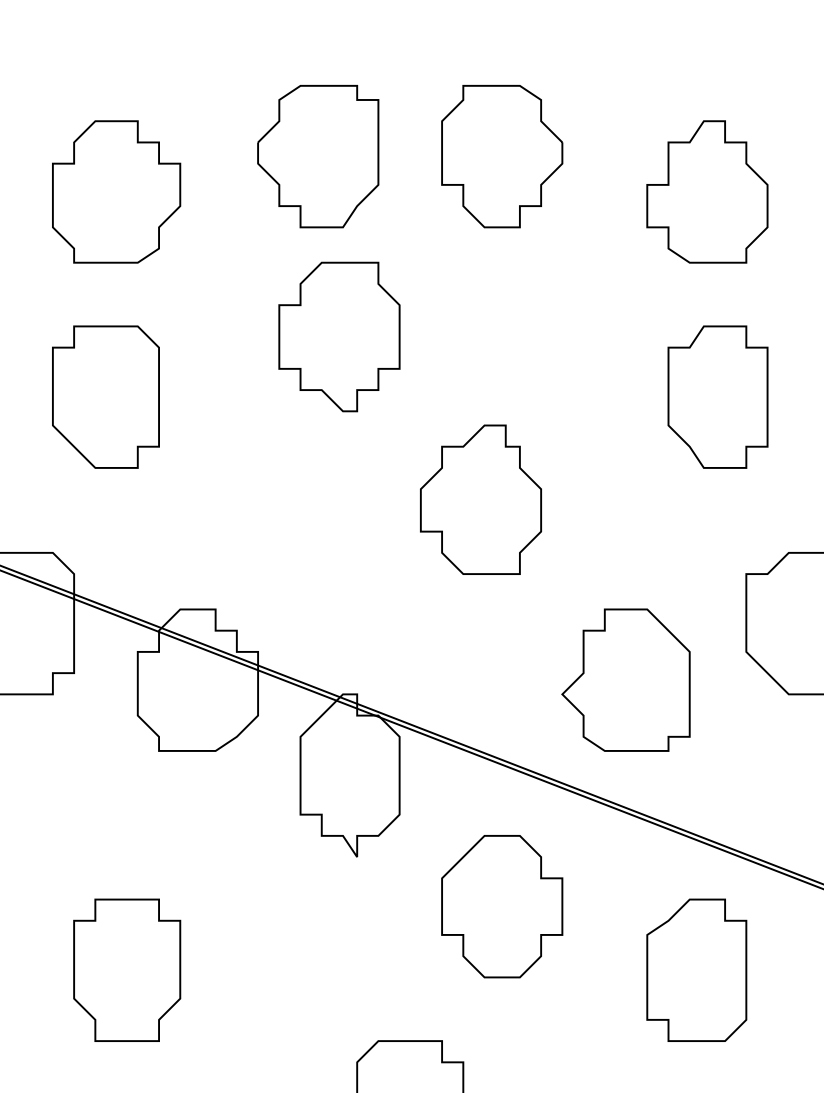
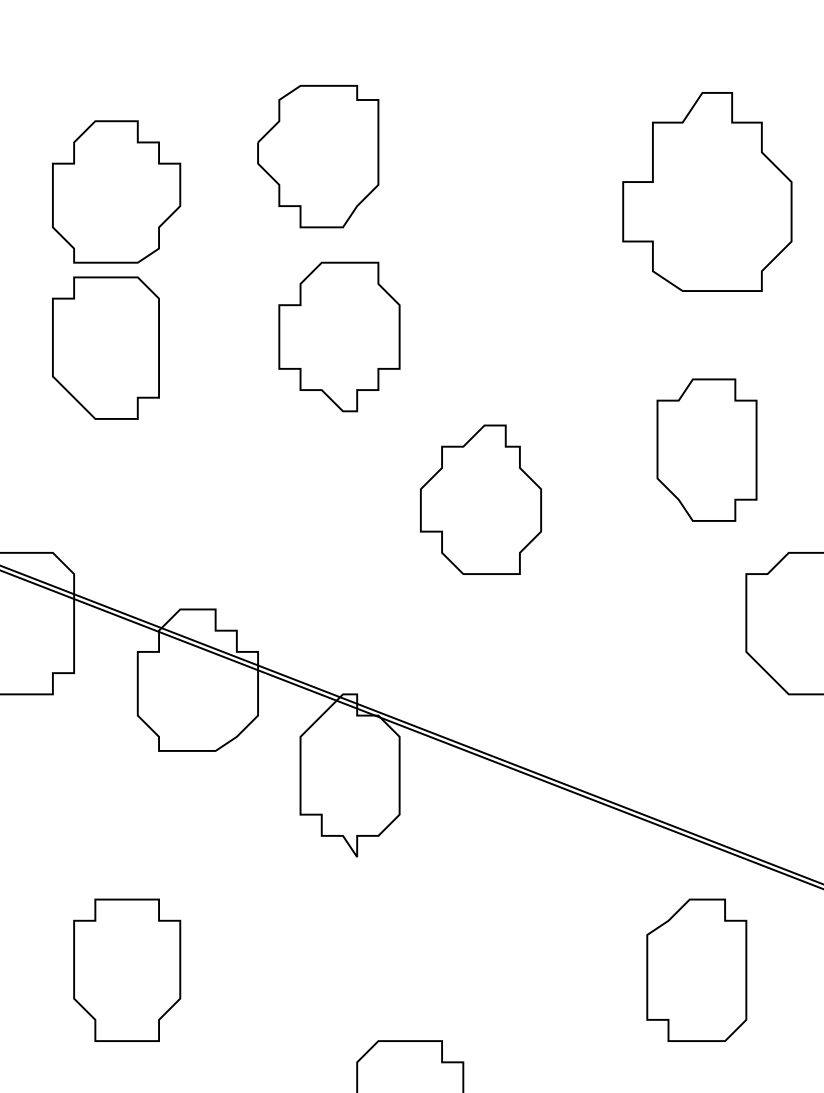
part at (502, 156): present -> none
part at (707, 191) size: 123x144 px -> 171x200 px
part at (105, 396) position: (105, 396) -> (105, 347)
part at (717, 396) position: (717, 396) -> (706, 449)
part at (625, 679): present -> none
part at (502, 906): present -> none
